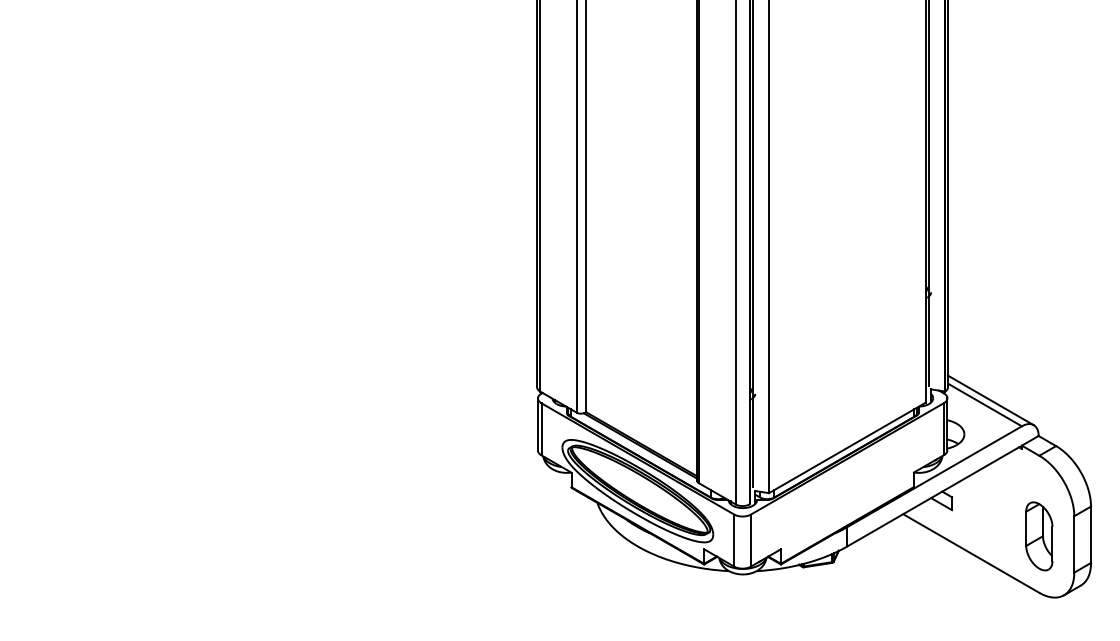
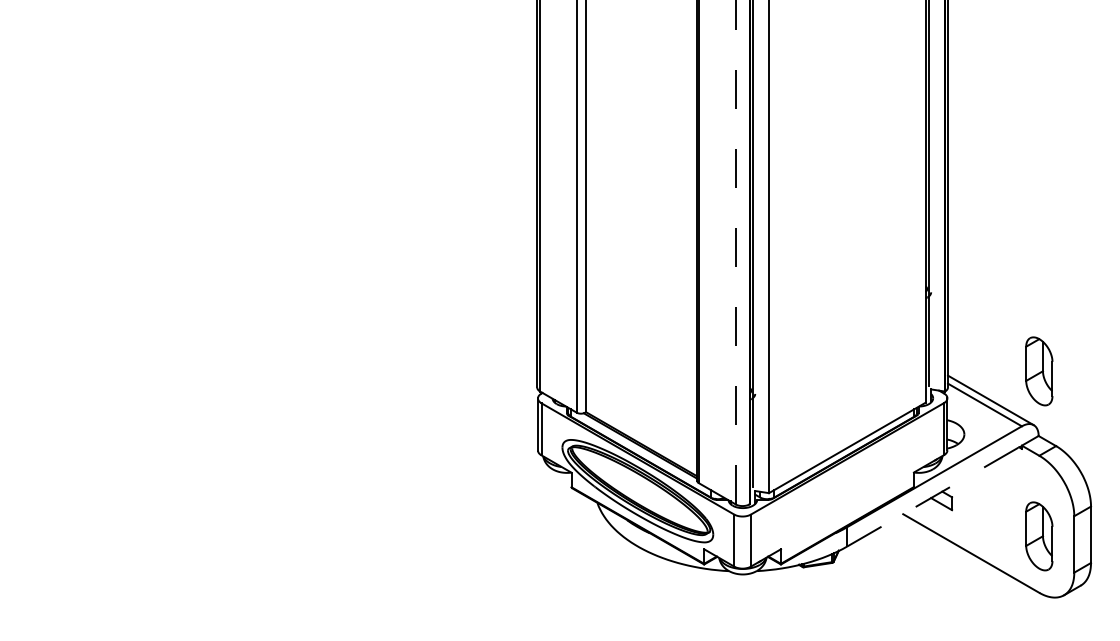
line at (735, 252): solid -> dashed
part at (1039, 371): none -> present
line at (933, 496): solid -> dashed
